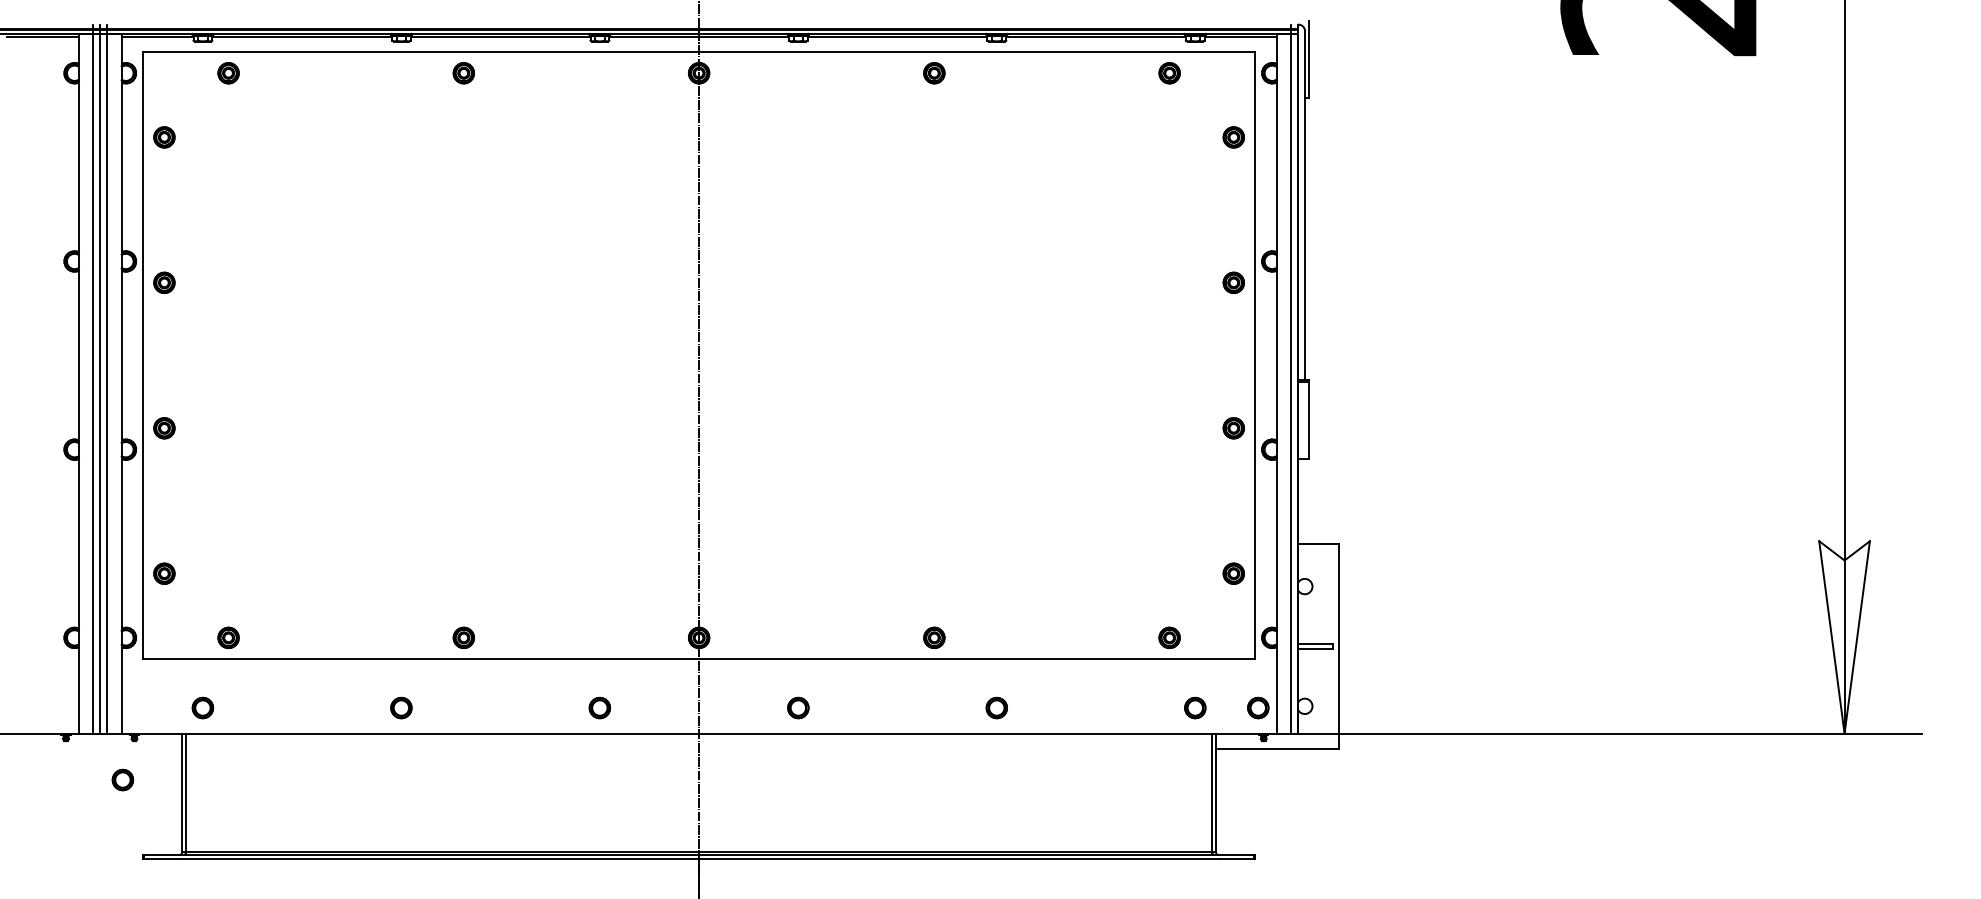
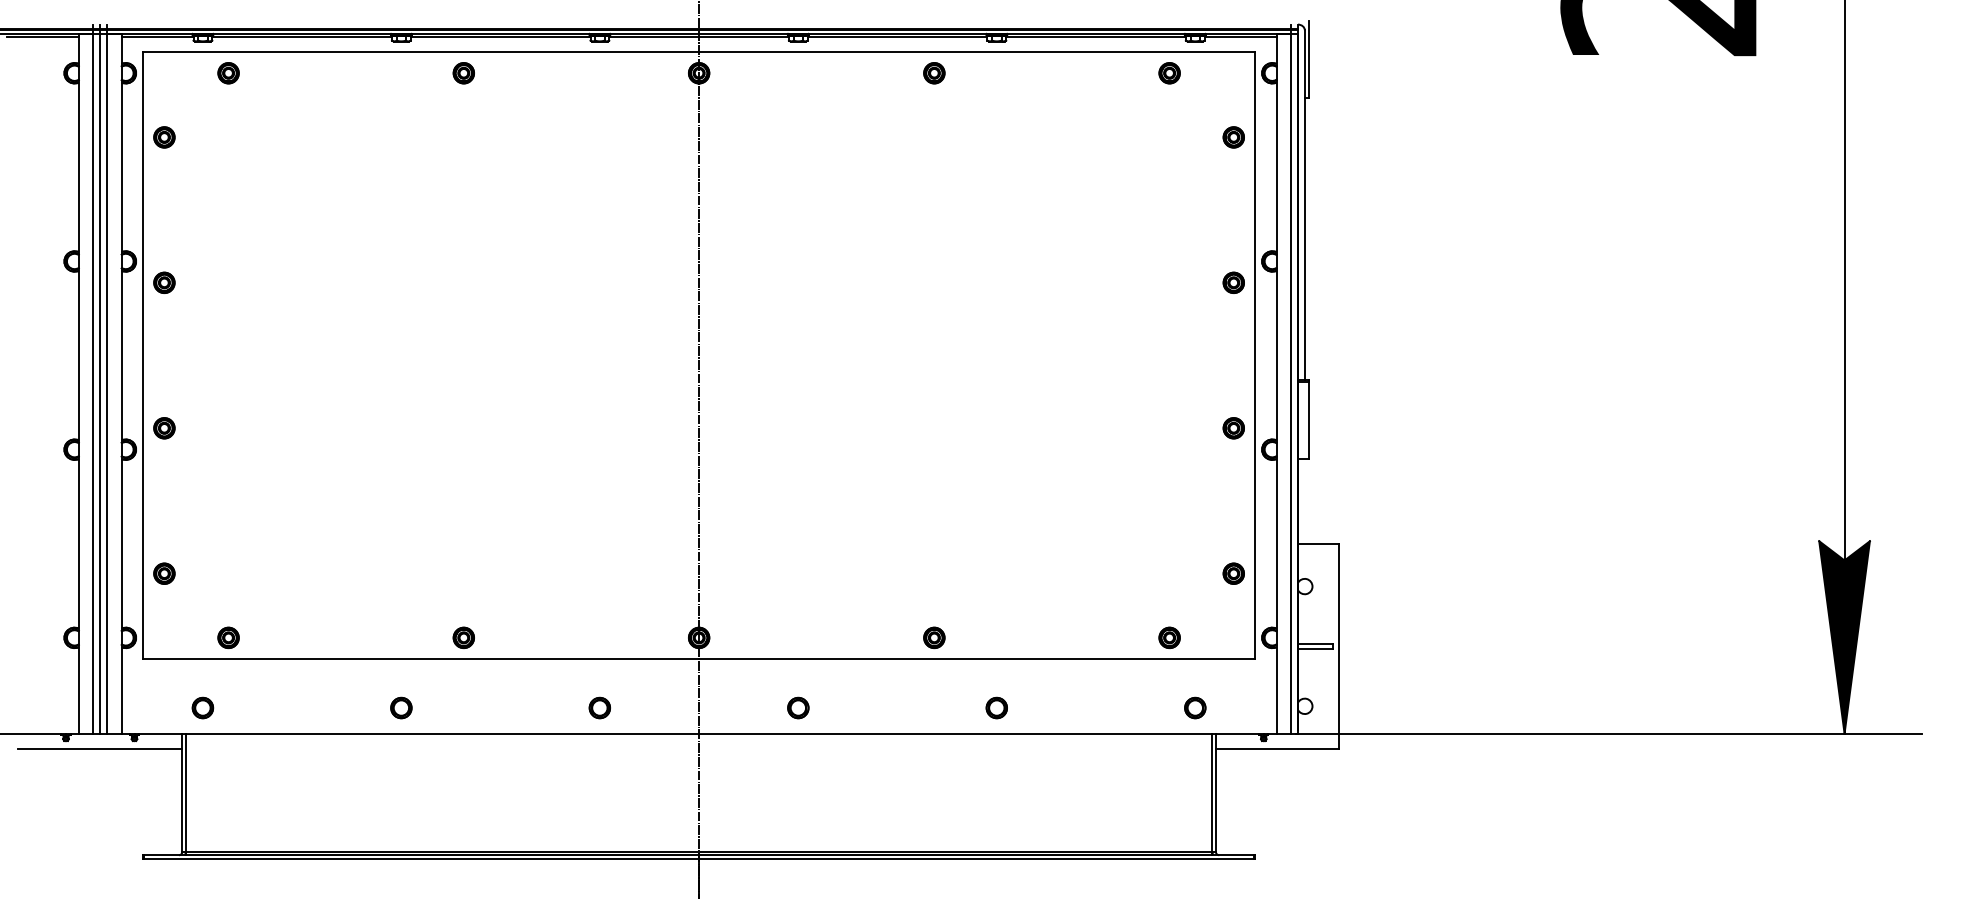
fill at (1844, 637): none -> present
part at (1258, 707): present -> none
line at (100, 749): none -> present
part at (122, 779): present -> none
